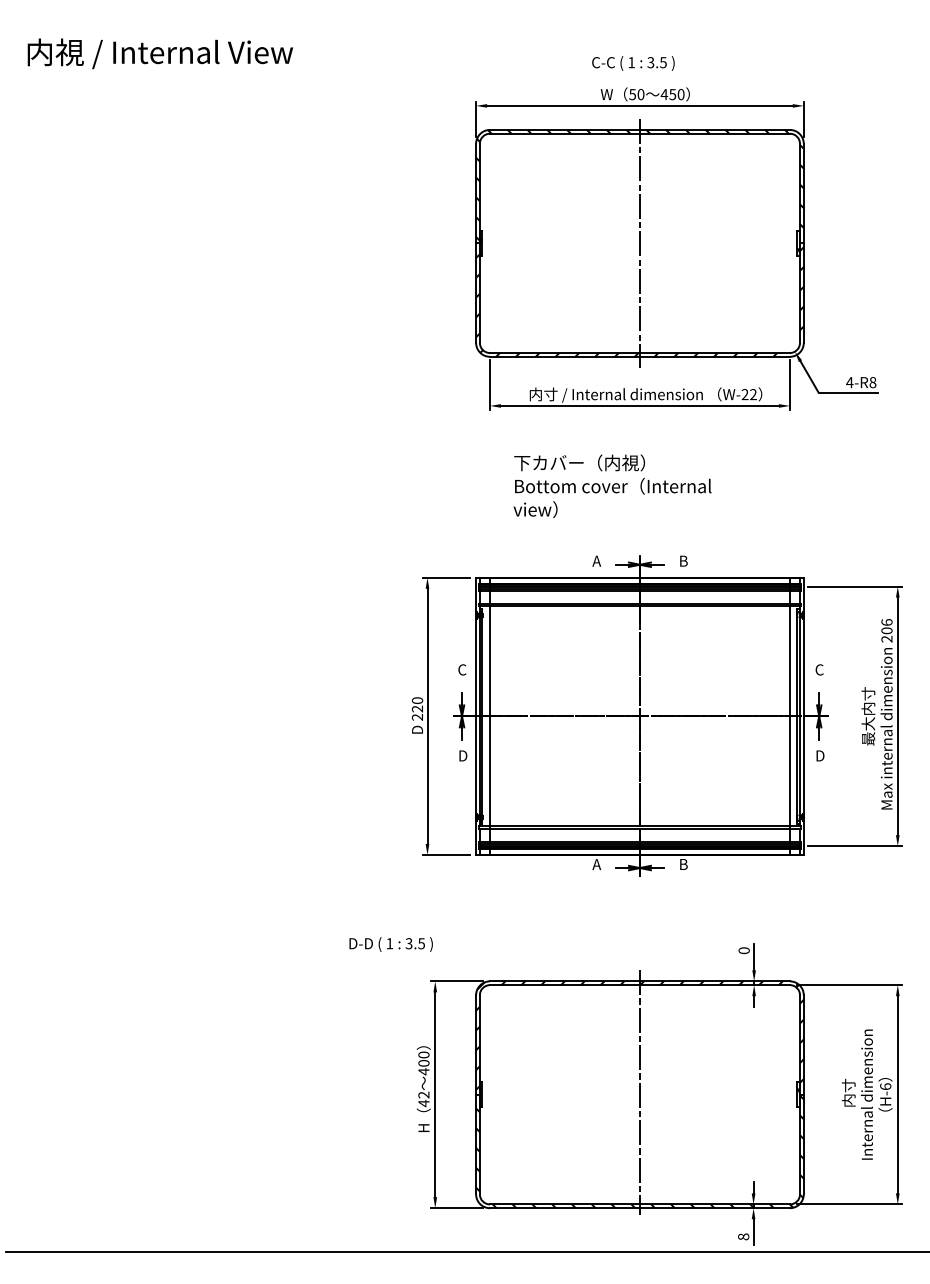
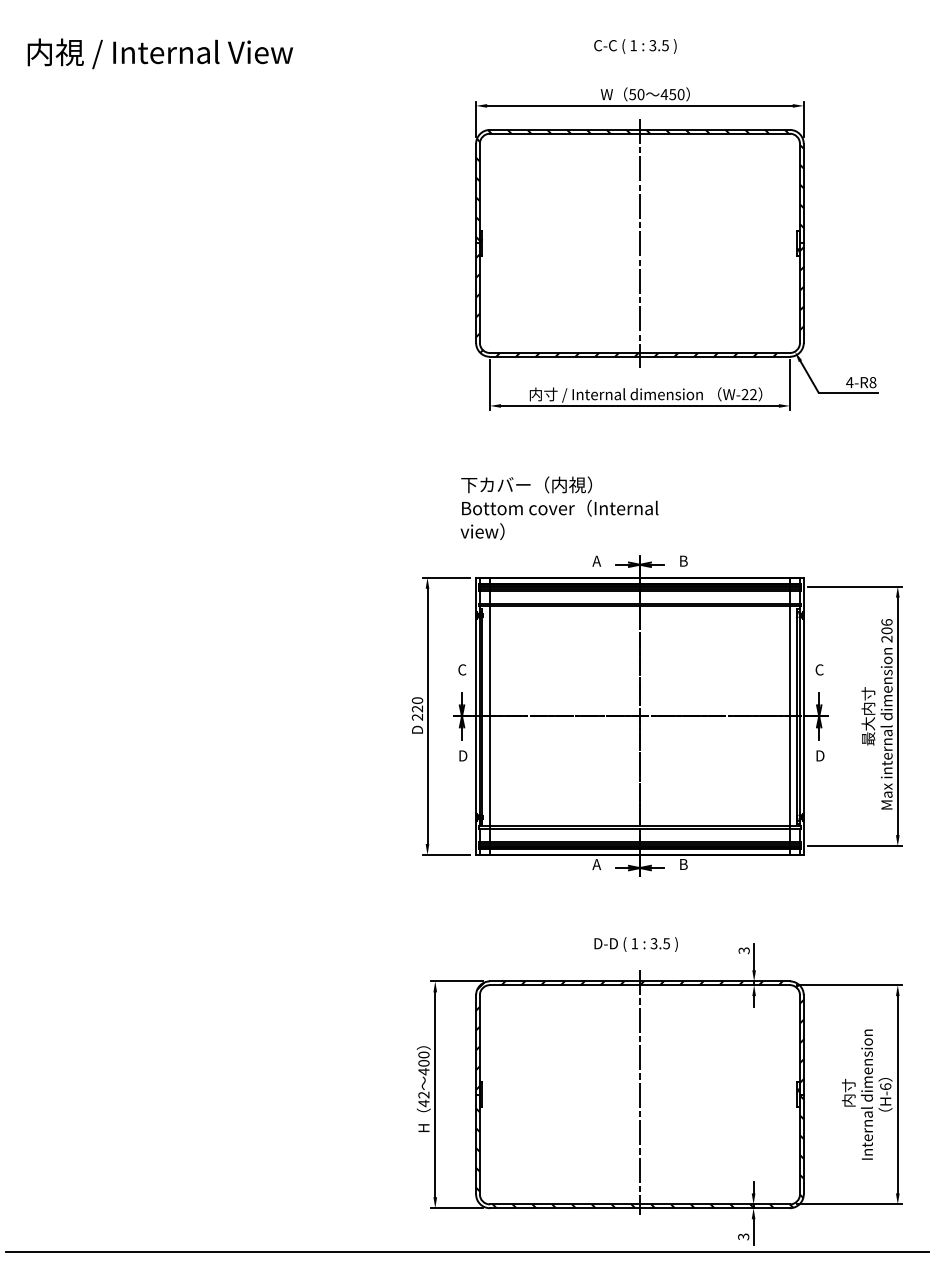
text at (633, 63) position: (633, 63) -> (635, 46)
text at (612, 485) position: (612, 485) -> (559, 507)
text at (390, 944) position: (390, 944) -> (635, 944)
text at (743, 950): 0 -> 3
text at (743, 1236): 8 -> 3
